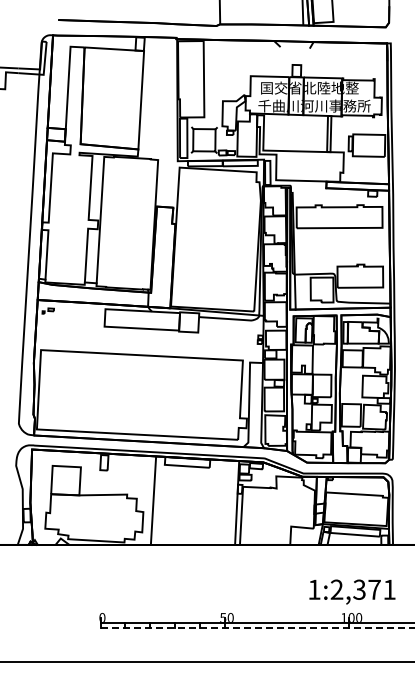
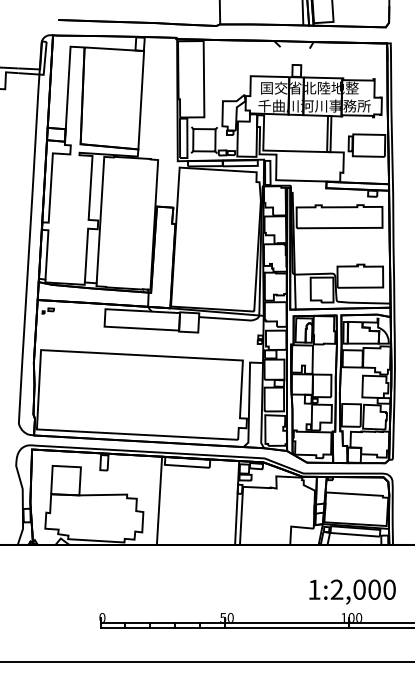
line at (153, 500) position: (153, 500) -> (159, 500)
text at (374, 589): 1:2,371 -> 1:2,000
line at (257, 628): dashed -> solid
